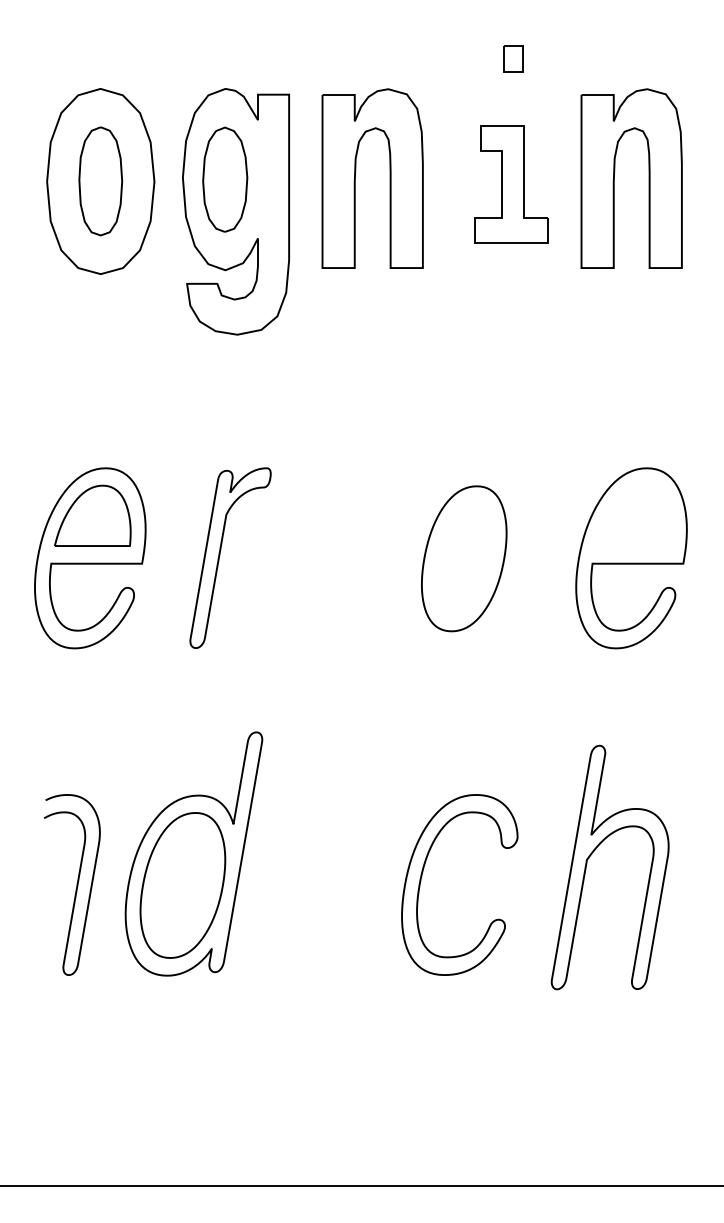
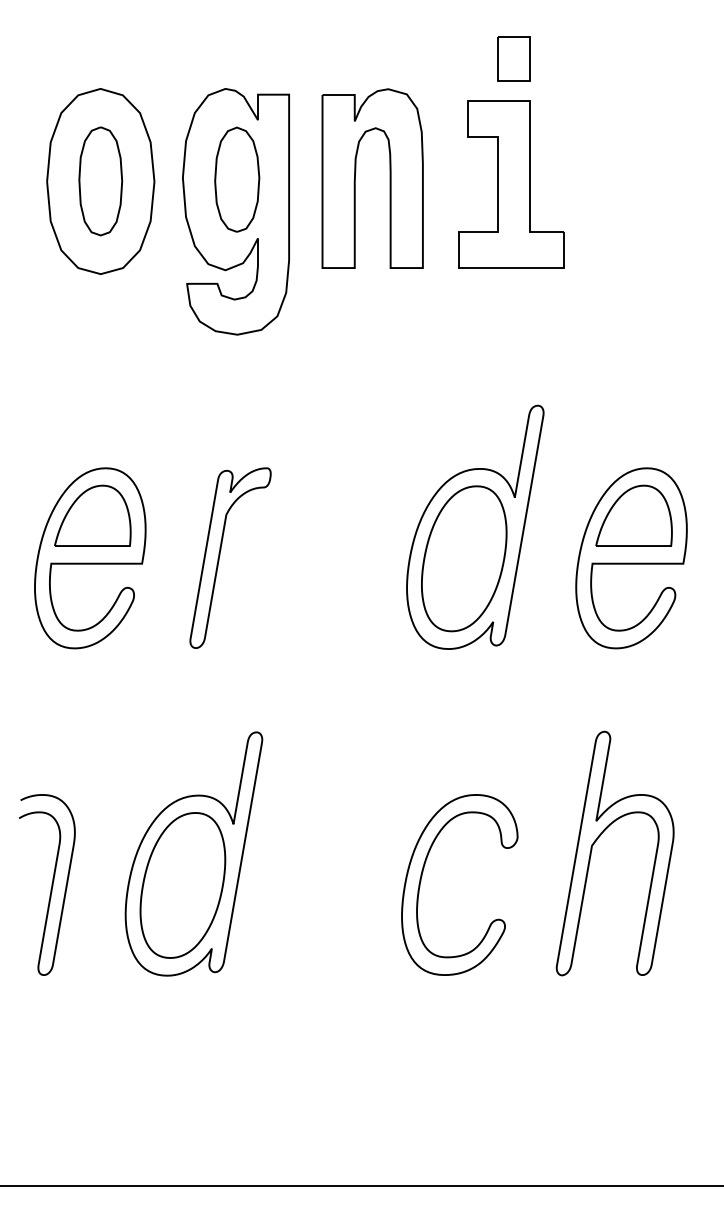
part at (513, 58) size: 21x28 px -> 34x46 px
part at (614, 178): present -> none
part at (225, 179) position: (225, 179) -> (237, 179)
part at (511, 184) size: 75x119 px -> 107x169 px
part at (633, 515): none -> present
part at (475, 526): none -> present
part at (592, 854) position: (592, 854) -> (597, 840)
curve at (76, 884) position: (76, 884) -> (51, 884)
